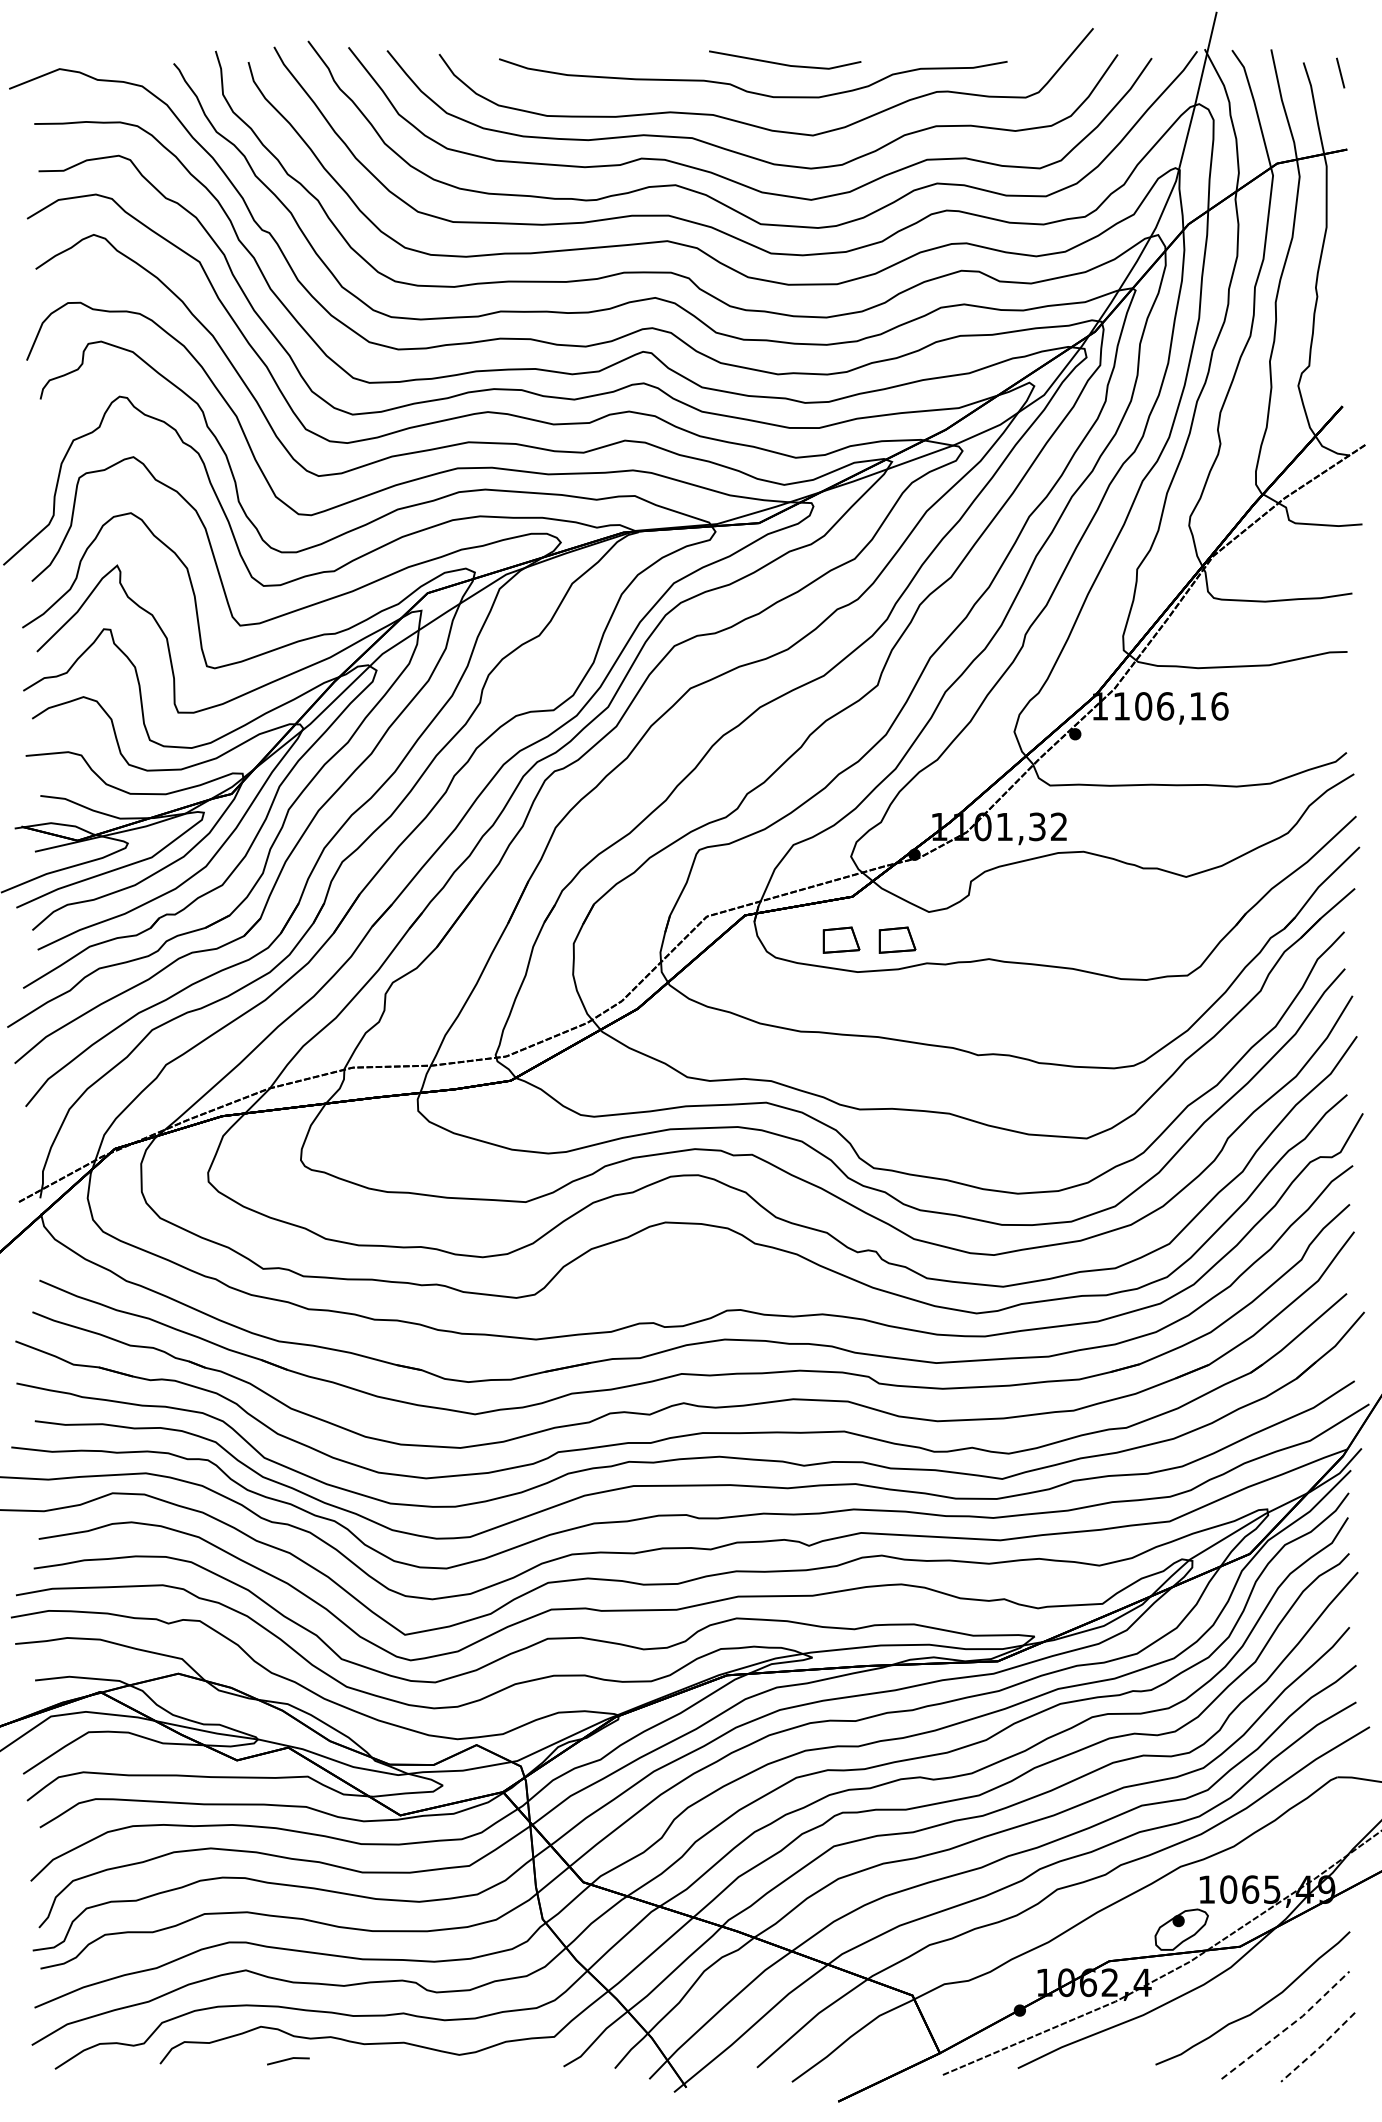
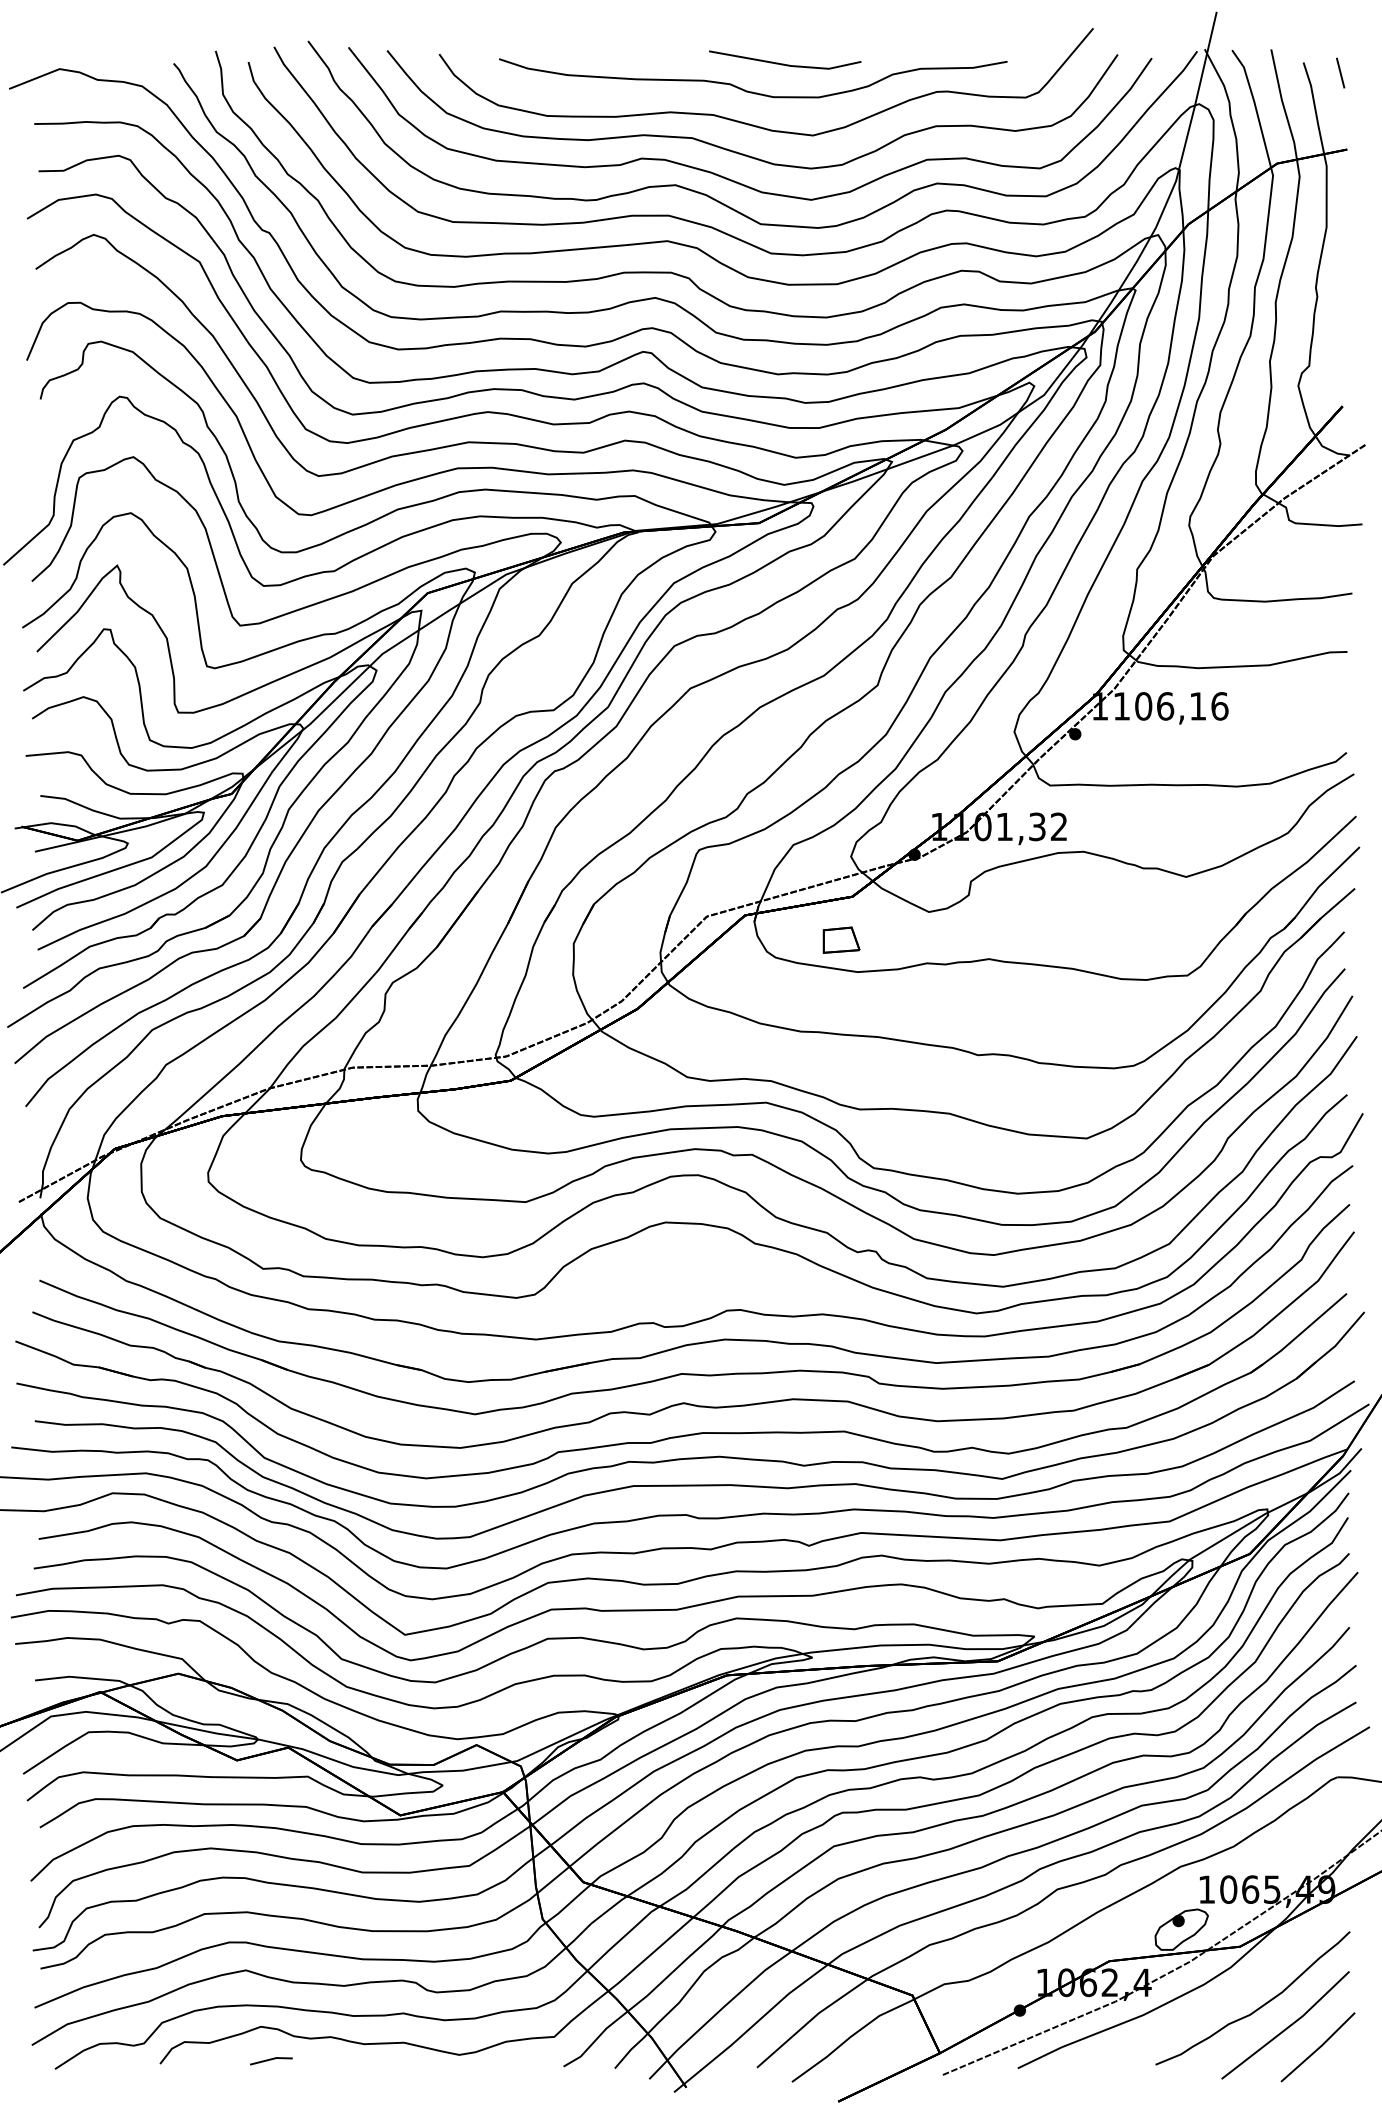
part at (897, 939): present -> none
line at (1288, 2027): dashed -> solid
line at (1319, 2048): dashed -> solid
line at (288, 2060) position: (288, 2060) -> (271, 2060)
